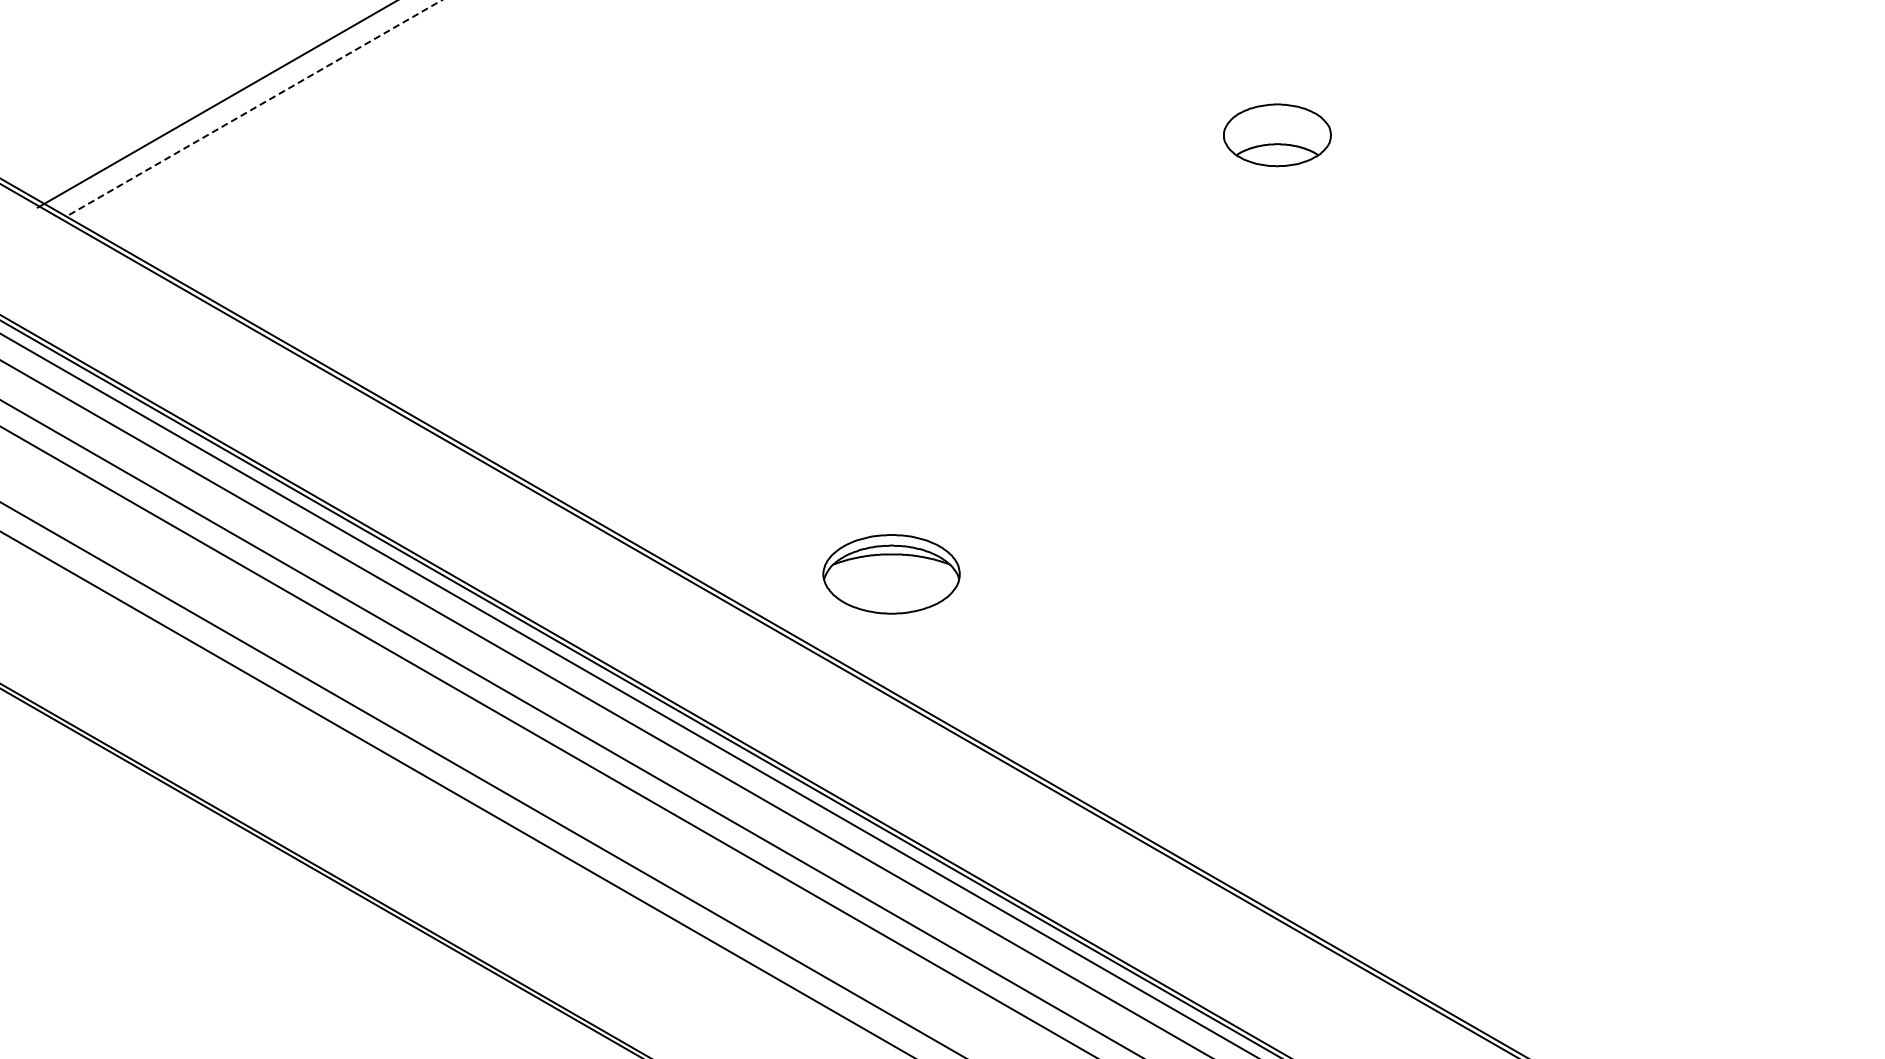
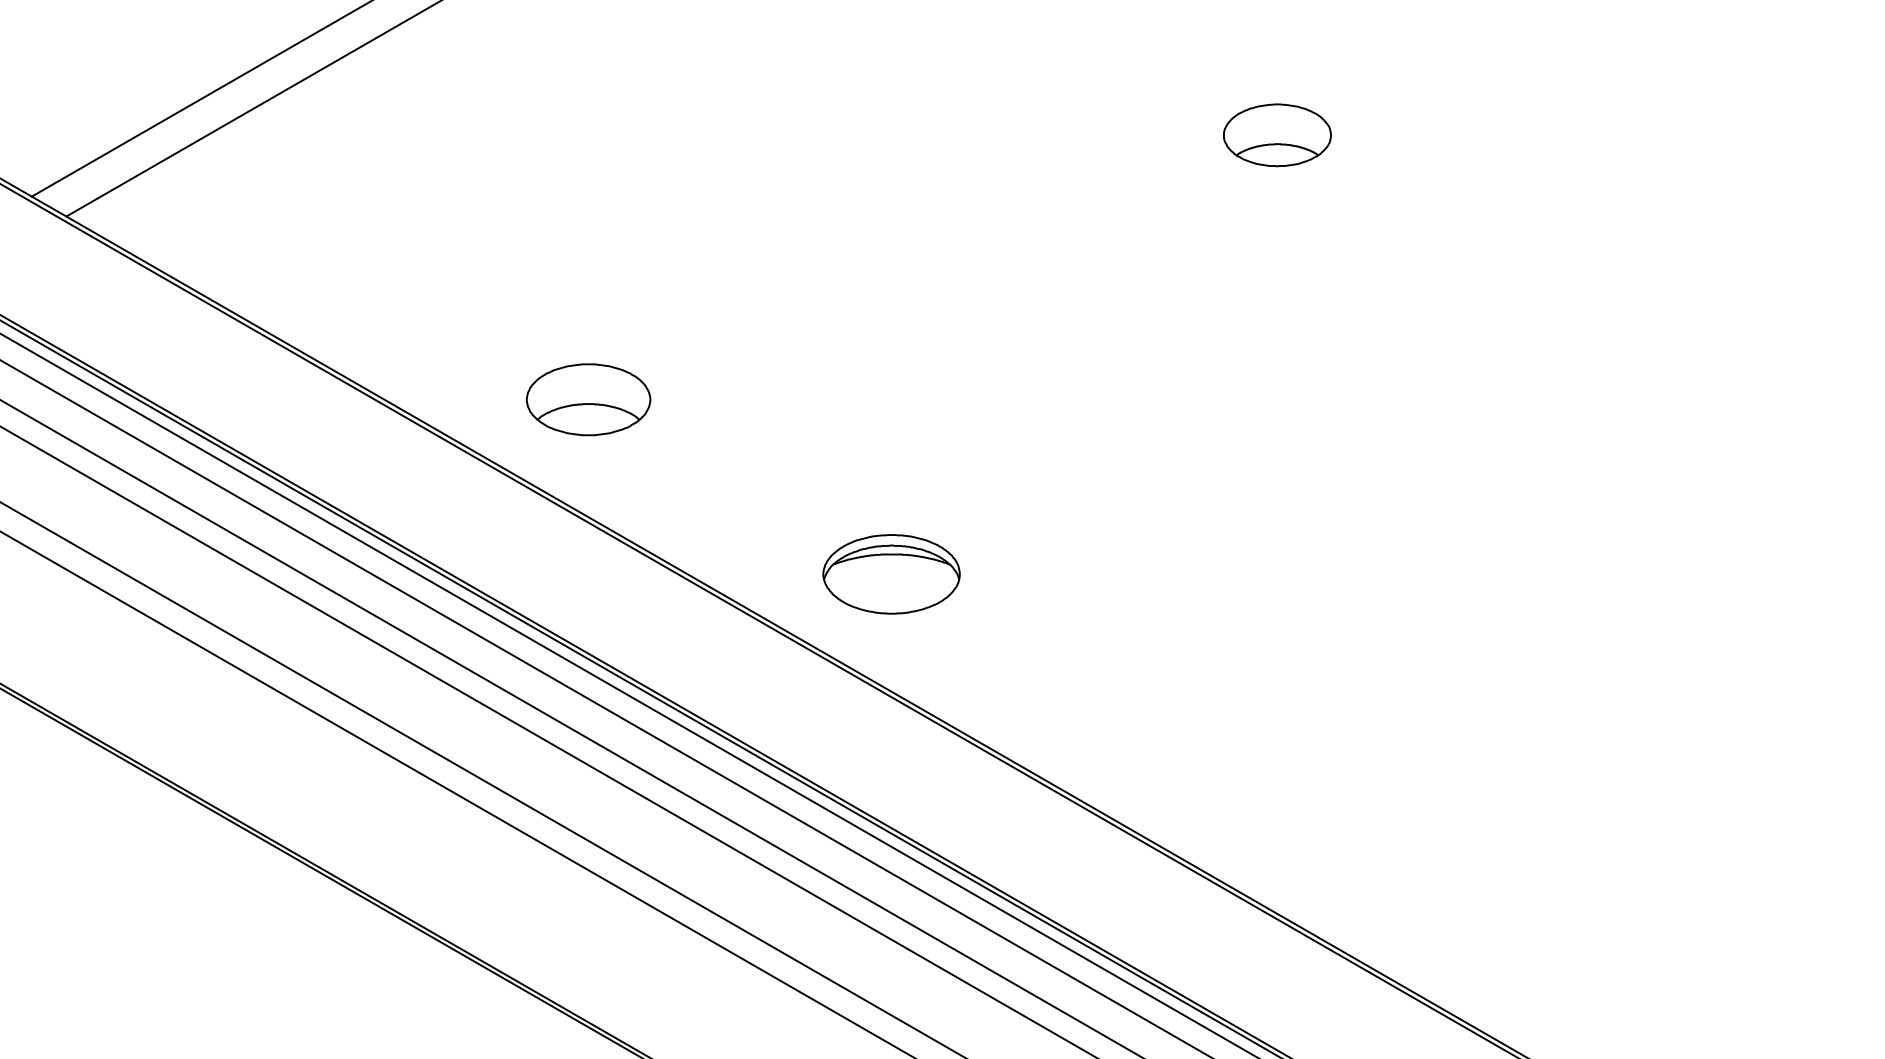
line at (215, 104) position: (215, 104) -> (200, 99)
line at (254, 108): dashed -> solid
part at (588, 399): none -> present
